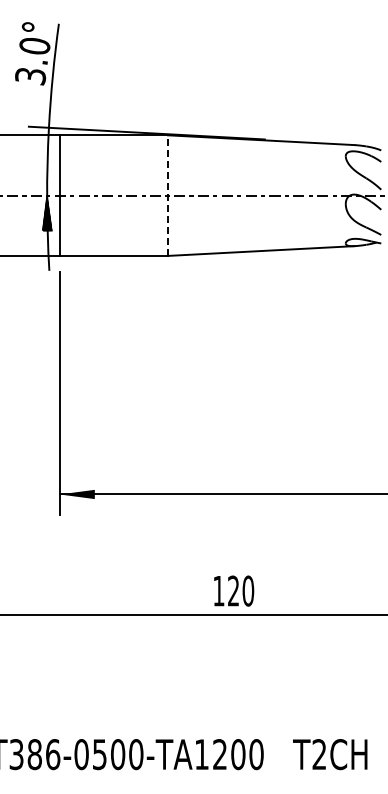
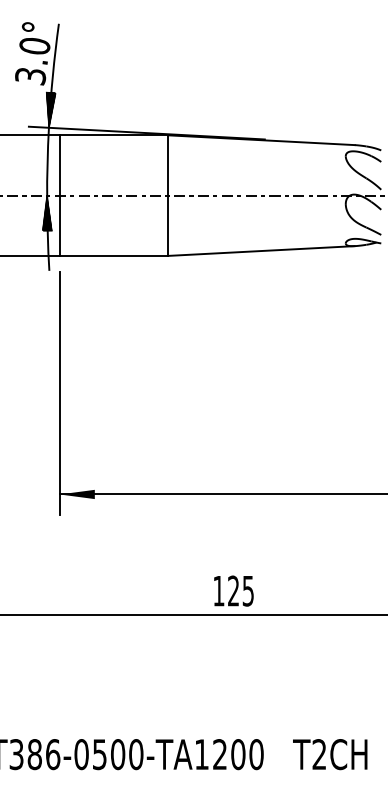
hatch at (50, 109): none -> present
line at (168, 195): dashed -> solid
text at (248, 590): 120 -> 125
